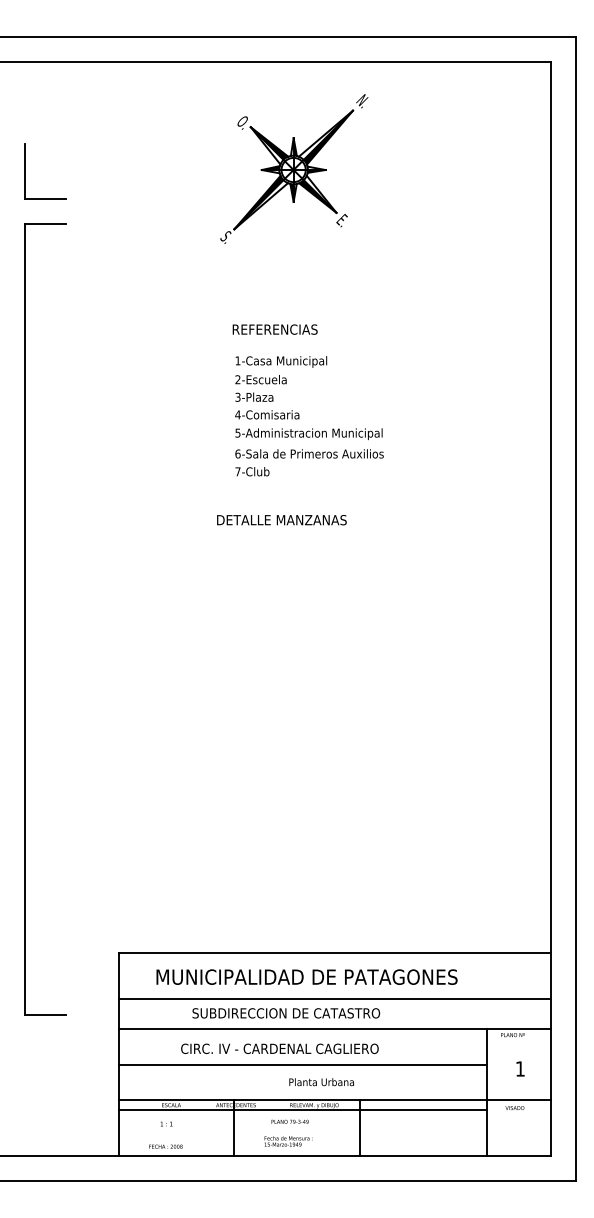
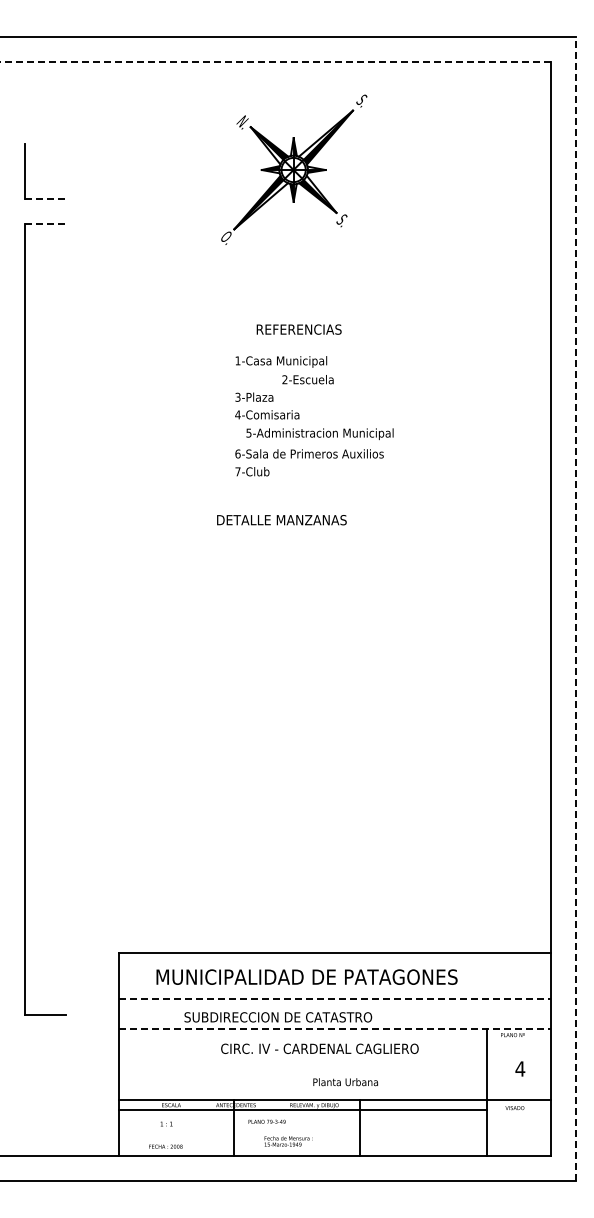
line at (275, 61): solid -> dashed
text at (362, 101): N. -> S.
text at (242, 122): O. -> N.
line at (45, 198): solid -> dashed
text at (341, 219): E. -> S.
line at (45, 224): solid -> dashed
text at (225, 237): S. -> O.
text at (274, 329) position: (274, 329) -> (298, 329)
text at (260, 379) position: (260, 379) -> (307, 379)
text at (308, 434) position: (308, 434) -> (319, 434)
line at (576, 608): solid -> dashed
line at (335, 998): solid -> dashed
text at (286, 1013) position: (286, 1013) -> (278, 1017)
line at (335, 1029): solid -> dashed
text at (279, 1048) position: (279, 1048) -> (319, 1048)
line at (303, 1064): present -> none
text at (520, 1068): 1 -> 4
text at (321, 1082) position: (321, 1082) -> (345, 1082)
text at (289, 1121) position: (289, 1121) -> (266, 1121)
